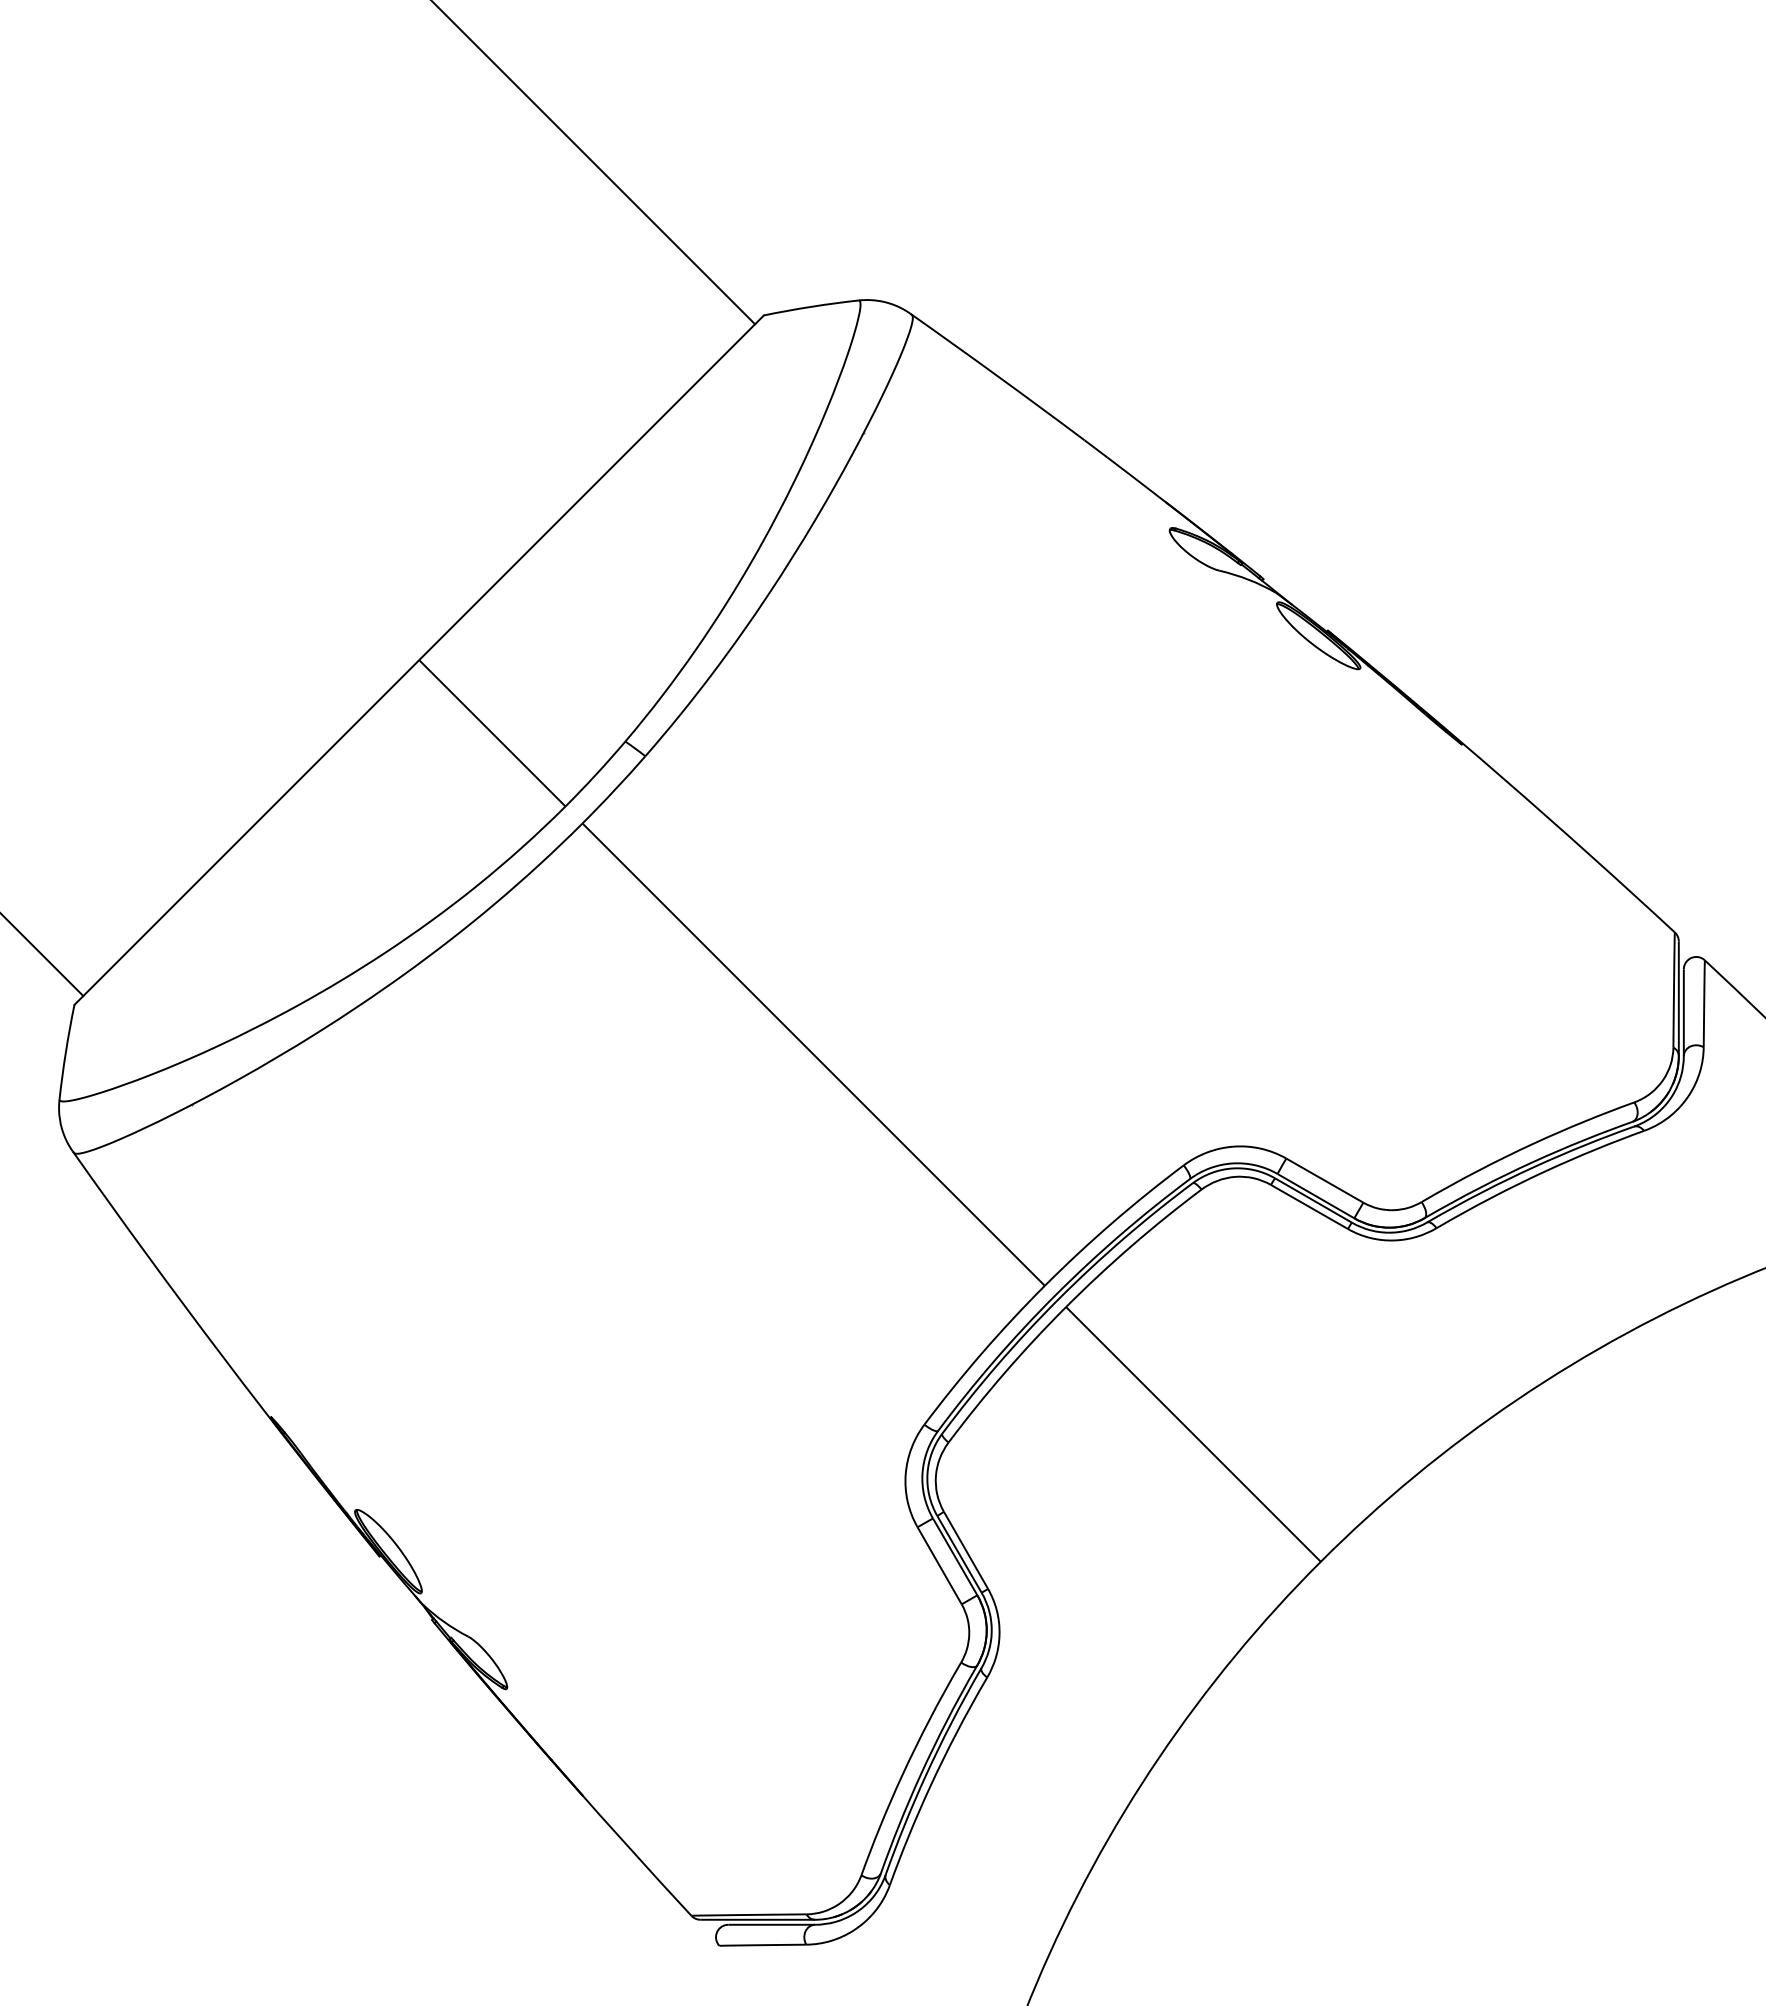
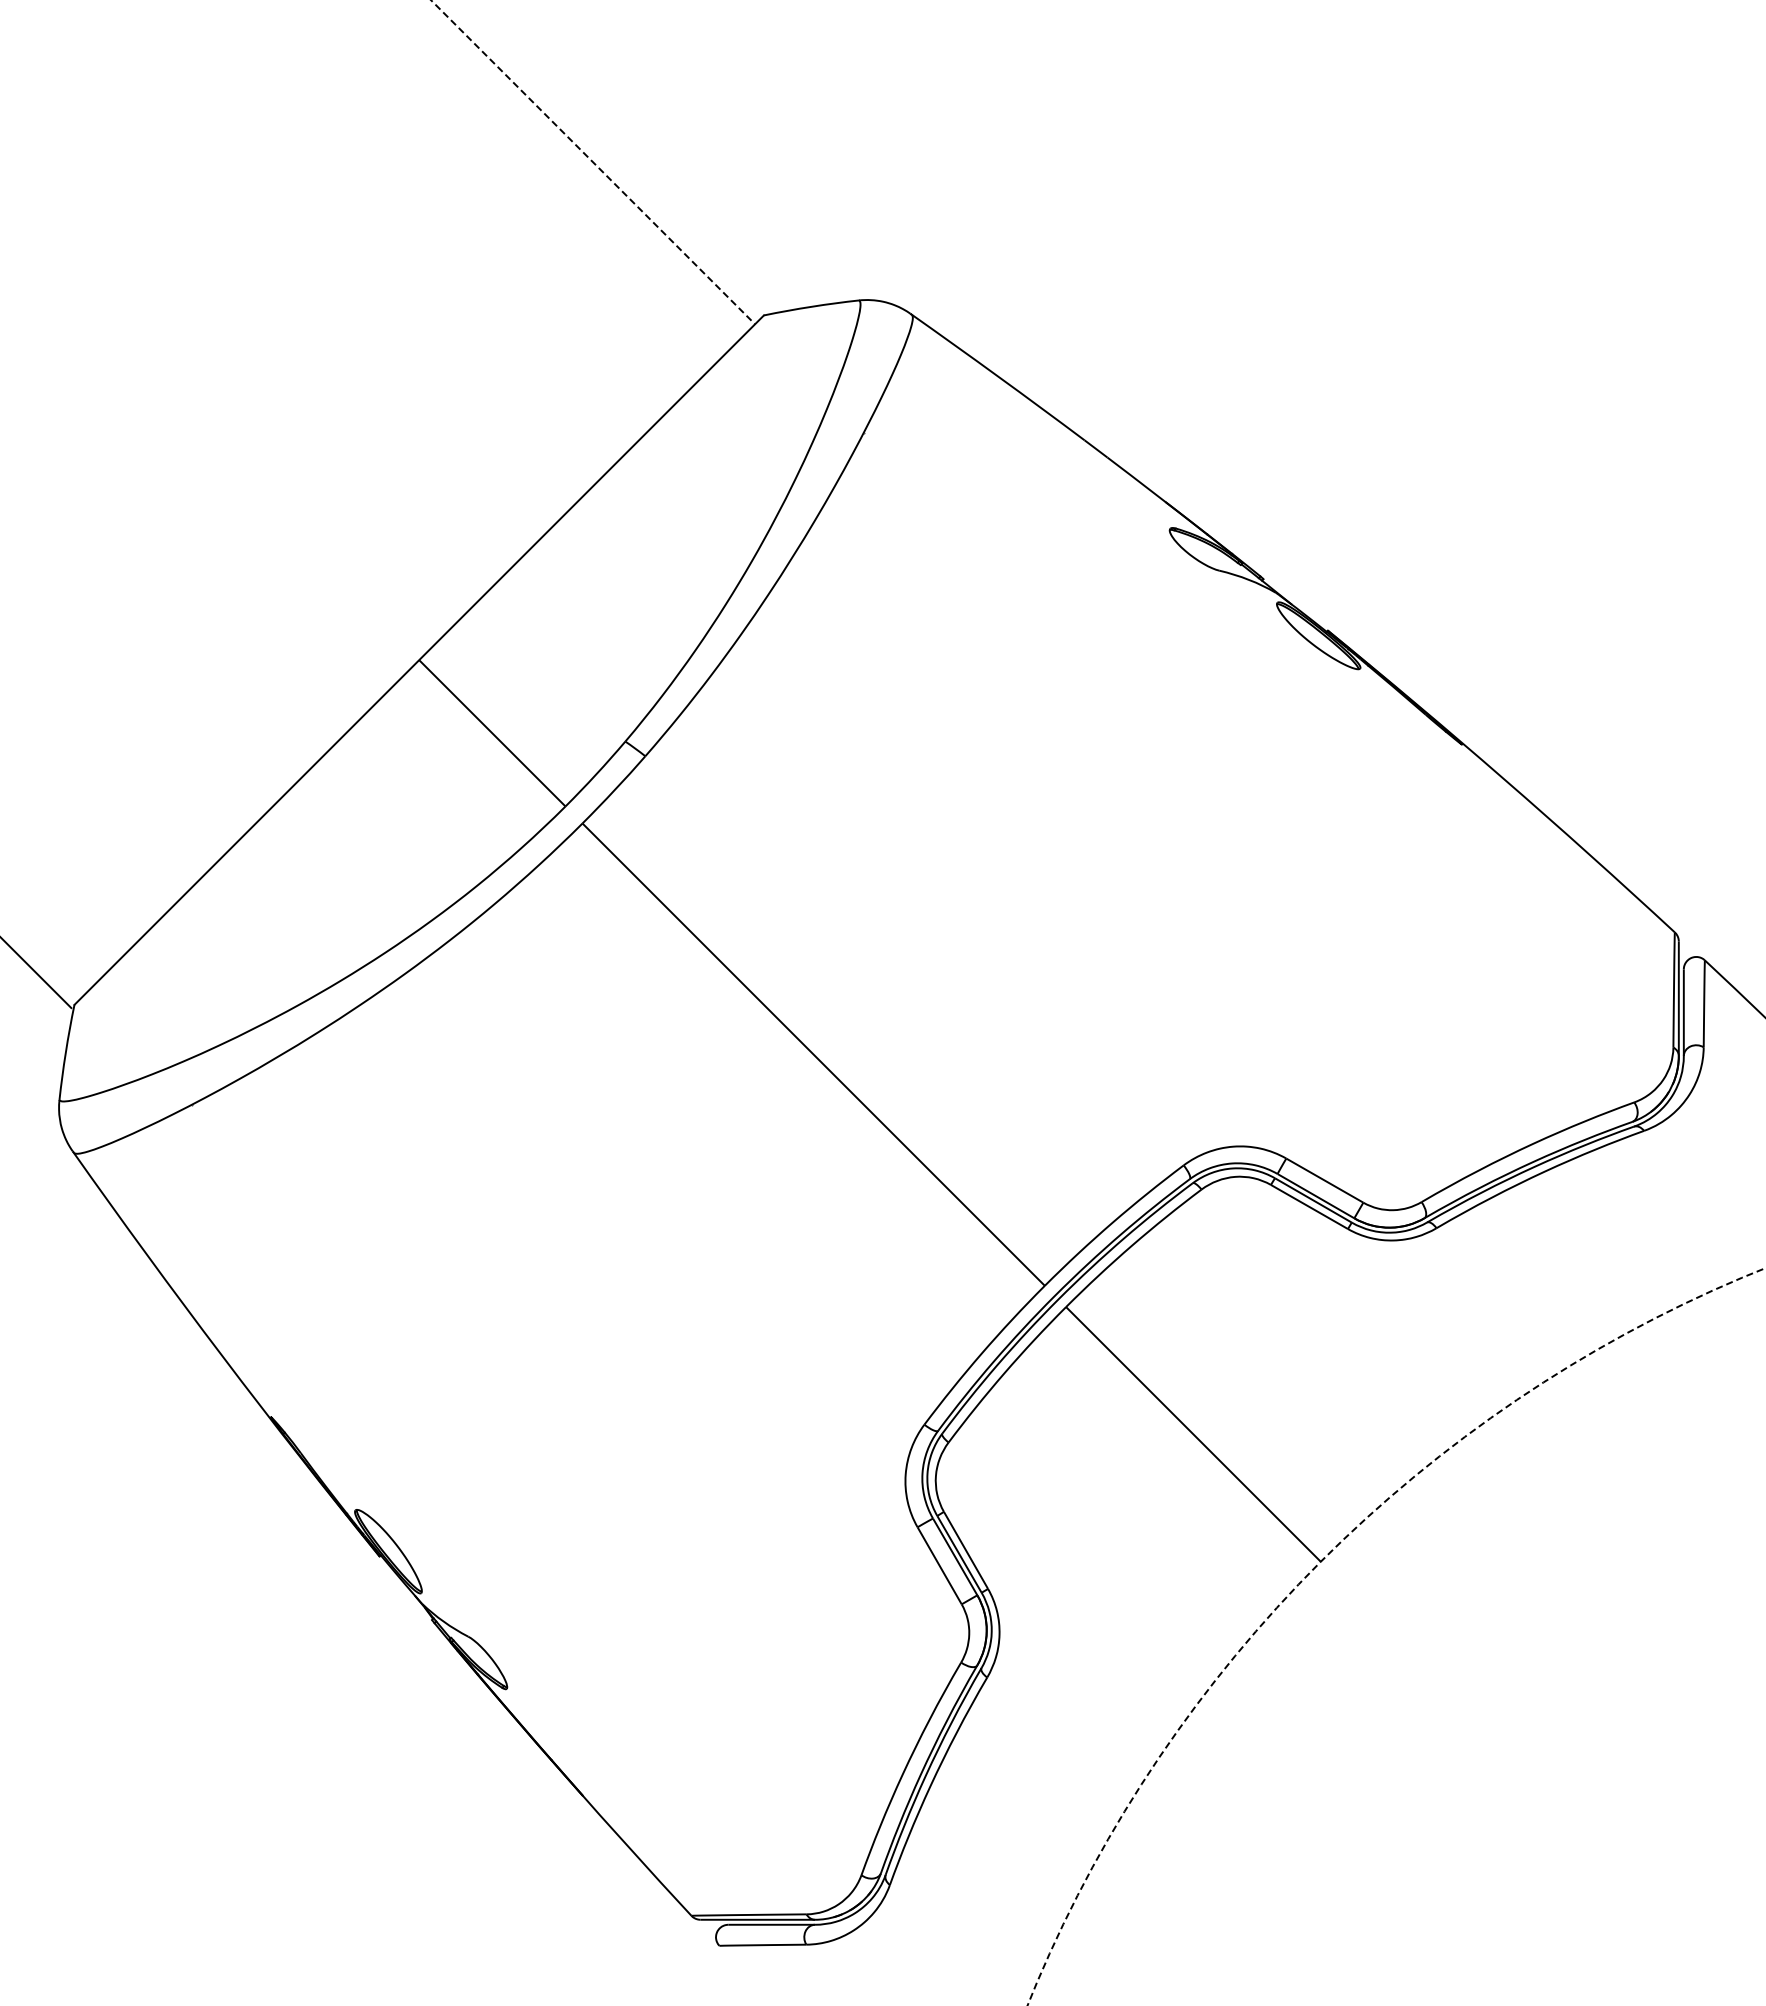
line at (593, 162): solid -> dashed
line at (42, 955) position: (42, 955) -> (36, 973)
circle at (1396, 1636): solid -> dashed
